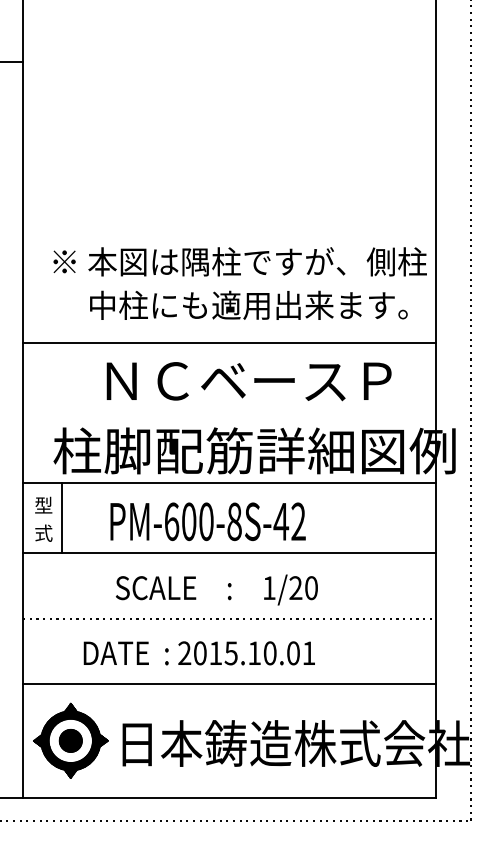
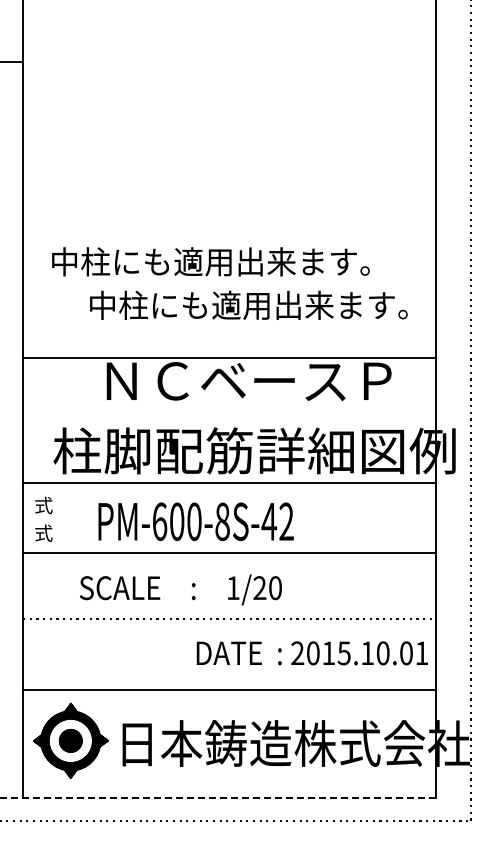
text at (239, 261): ※ 本図は隅柱ですが、側柱 -> 中柱にも適用出来ます。
line at (229, 342) position: (229, 342) -> (229, 357)
text at (43, 505): 型 -> 式
line at (61, 518): present -> none
text at (207, 521) position: (207, 521) -> (195, 521)
text at (216, 589) position: (216, 589) -> (180, 589)
text at (198, 653) position: (198, 653) -> (311, 653)
line at (229, 683) position: (229, 683) -> (229, 689)
line at (218, 798): solid -> dashed
